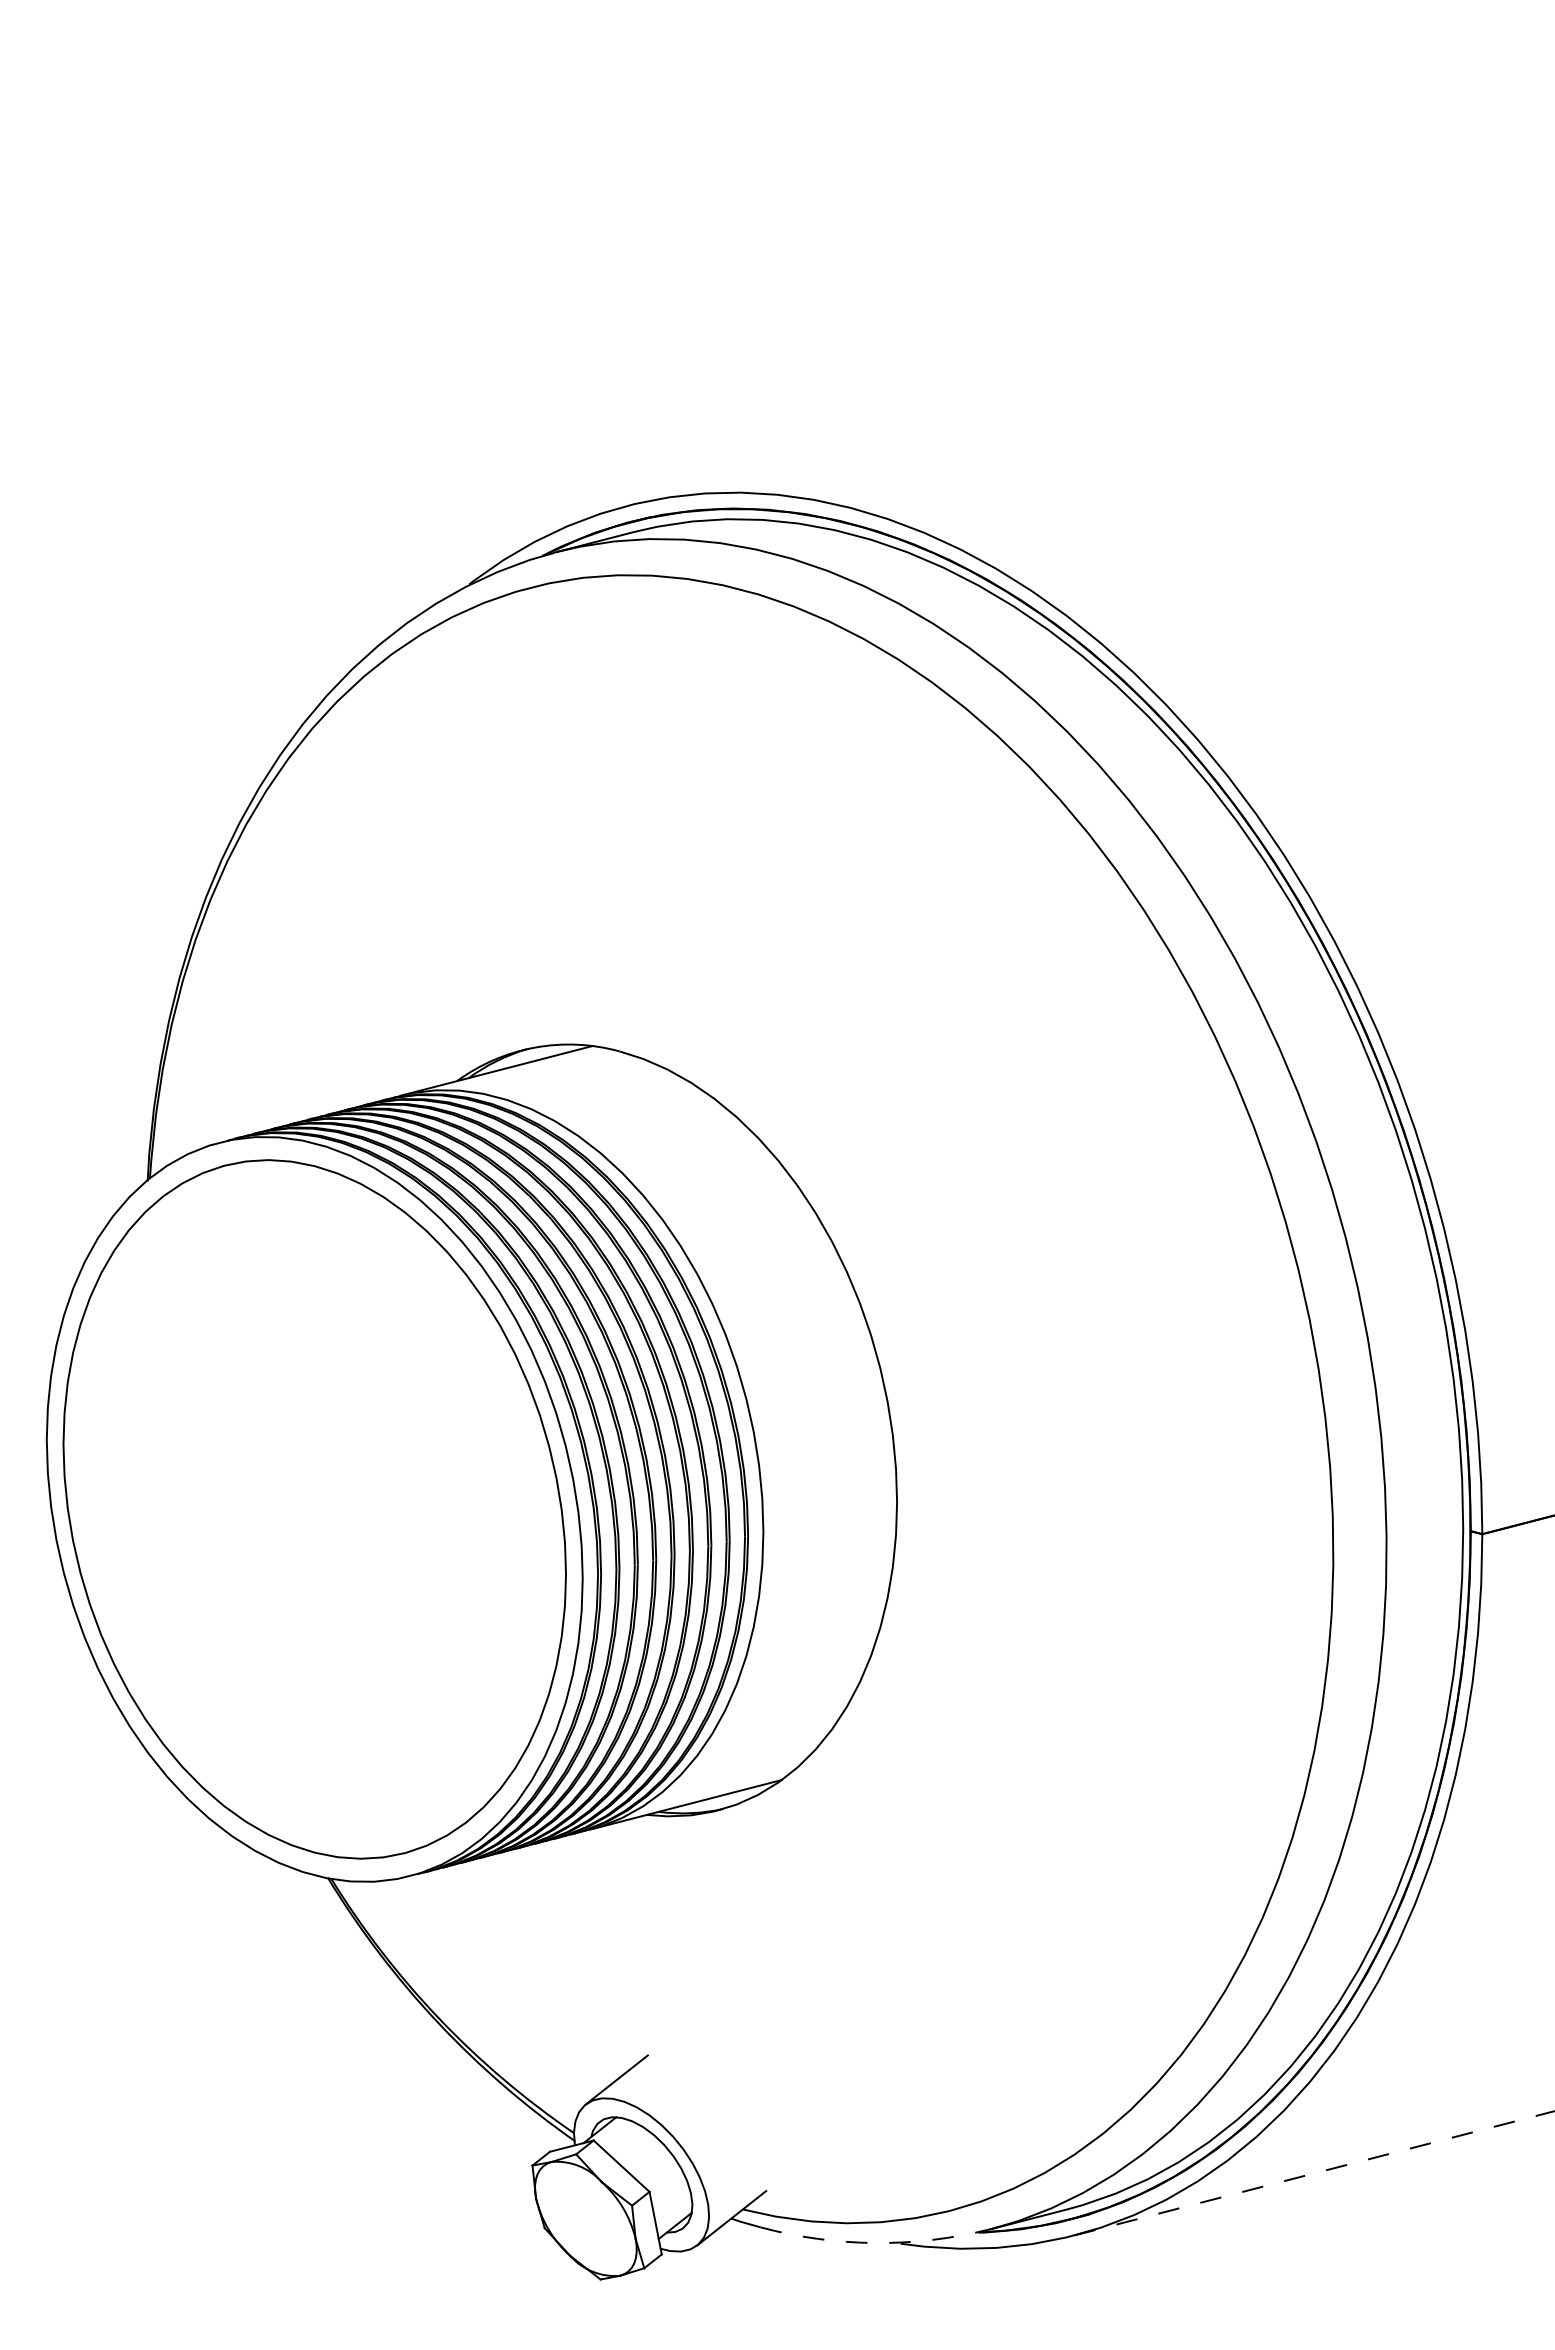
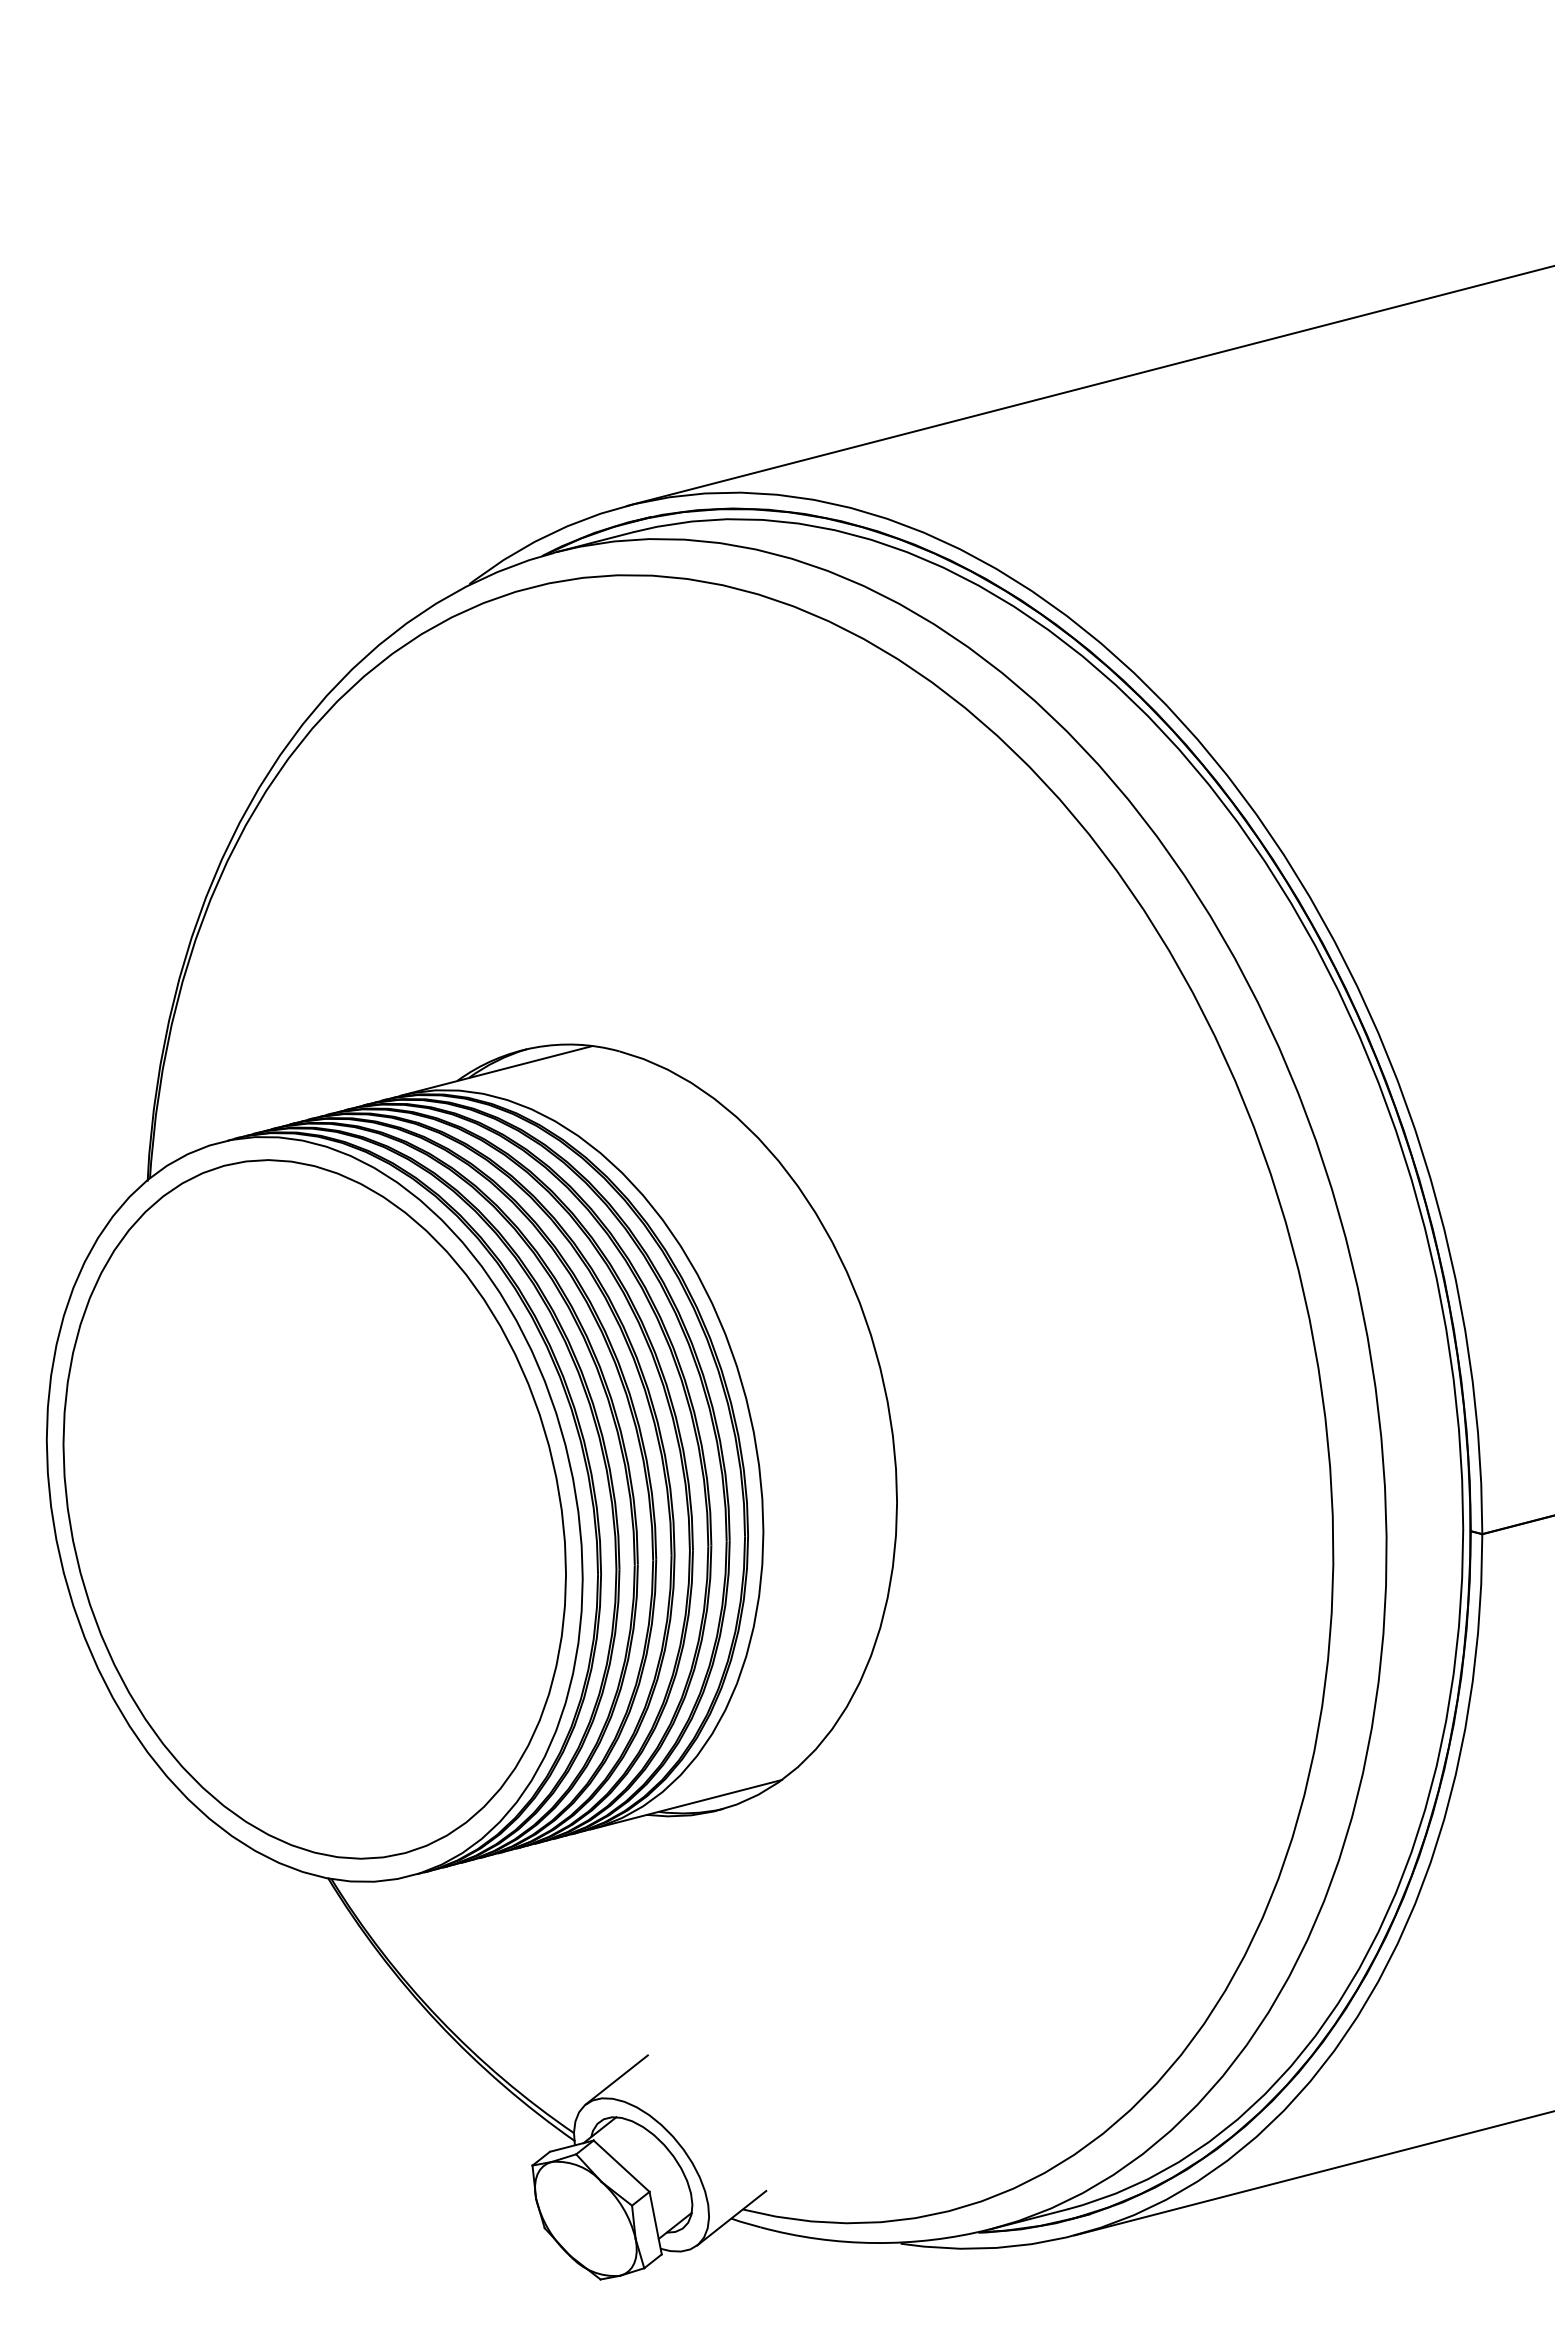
line at (1088, 385): none -> present
line at (1314, 2173): dashed -> solid
arc at (875, 2243): dashed -> solid
